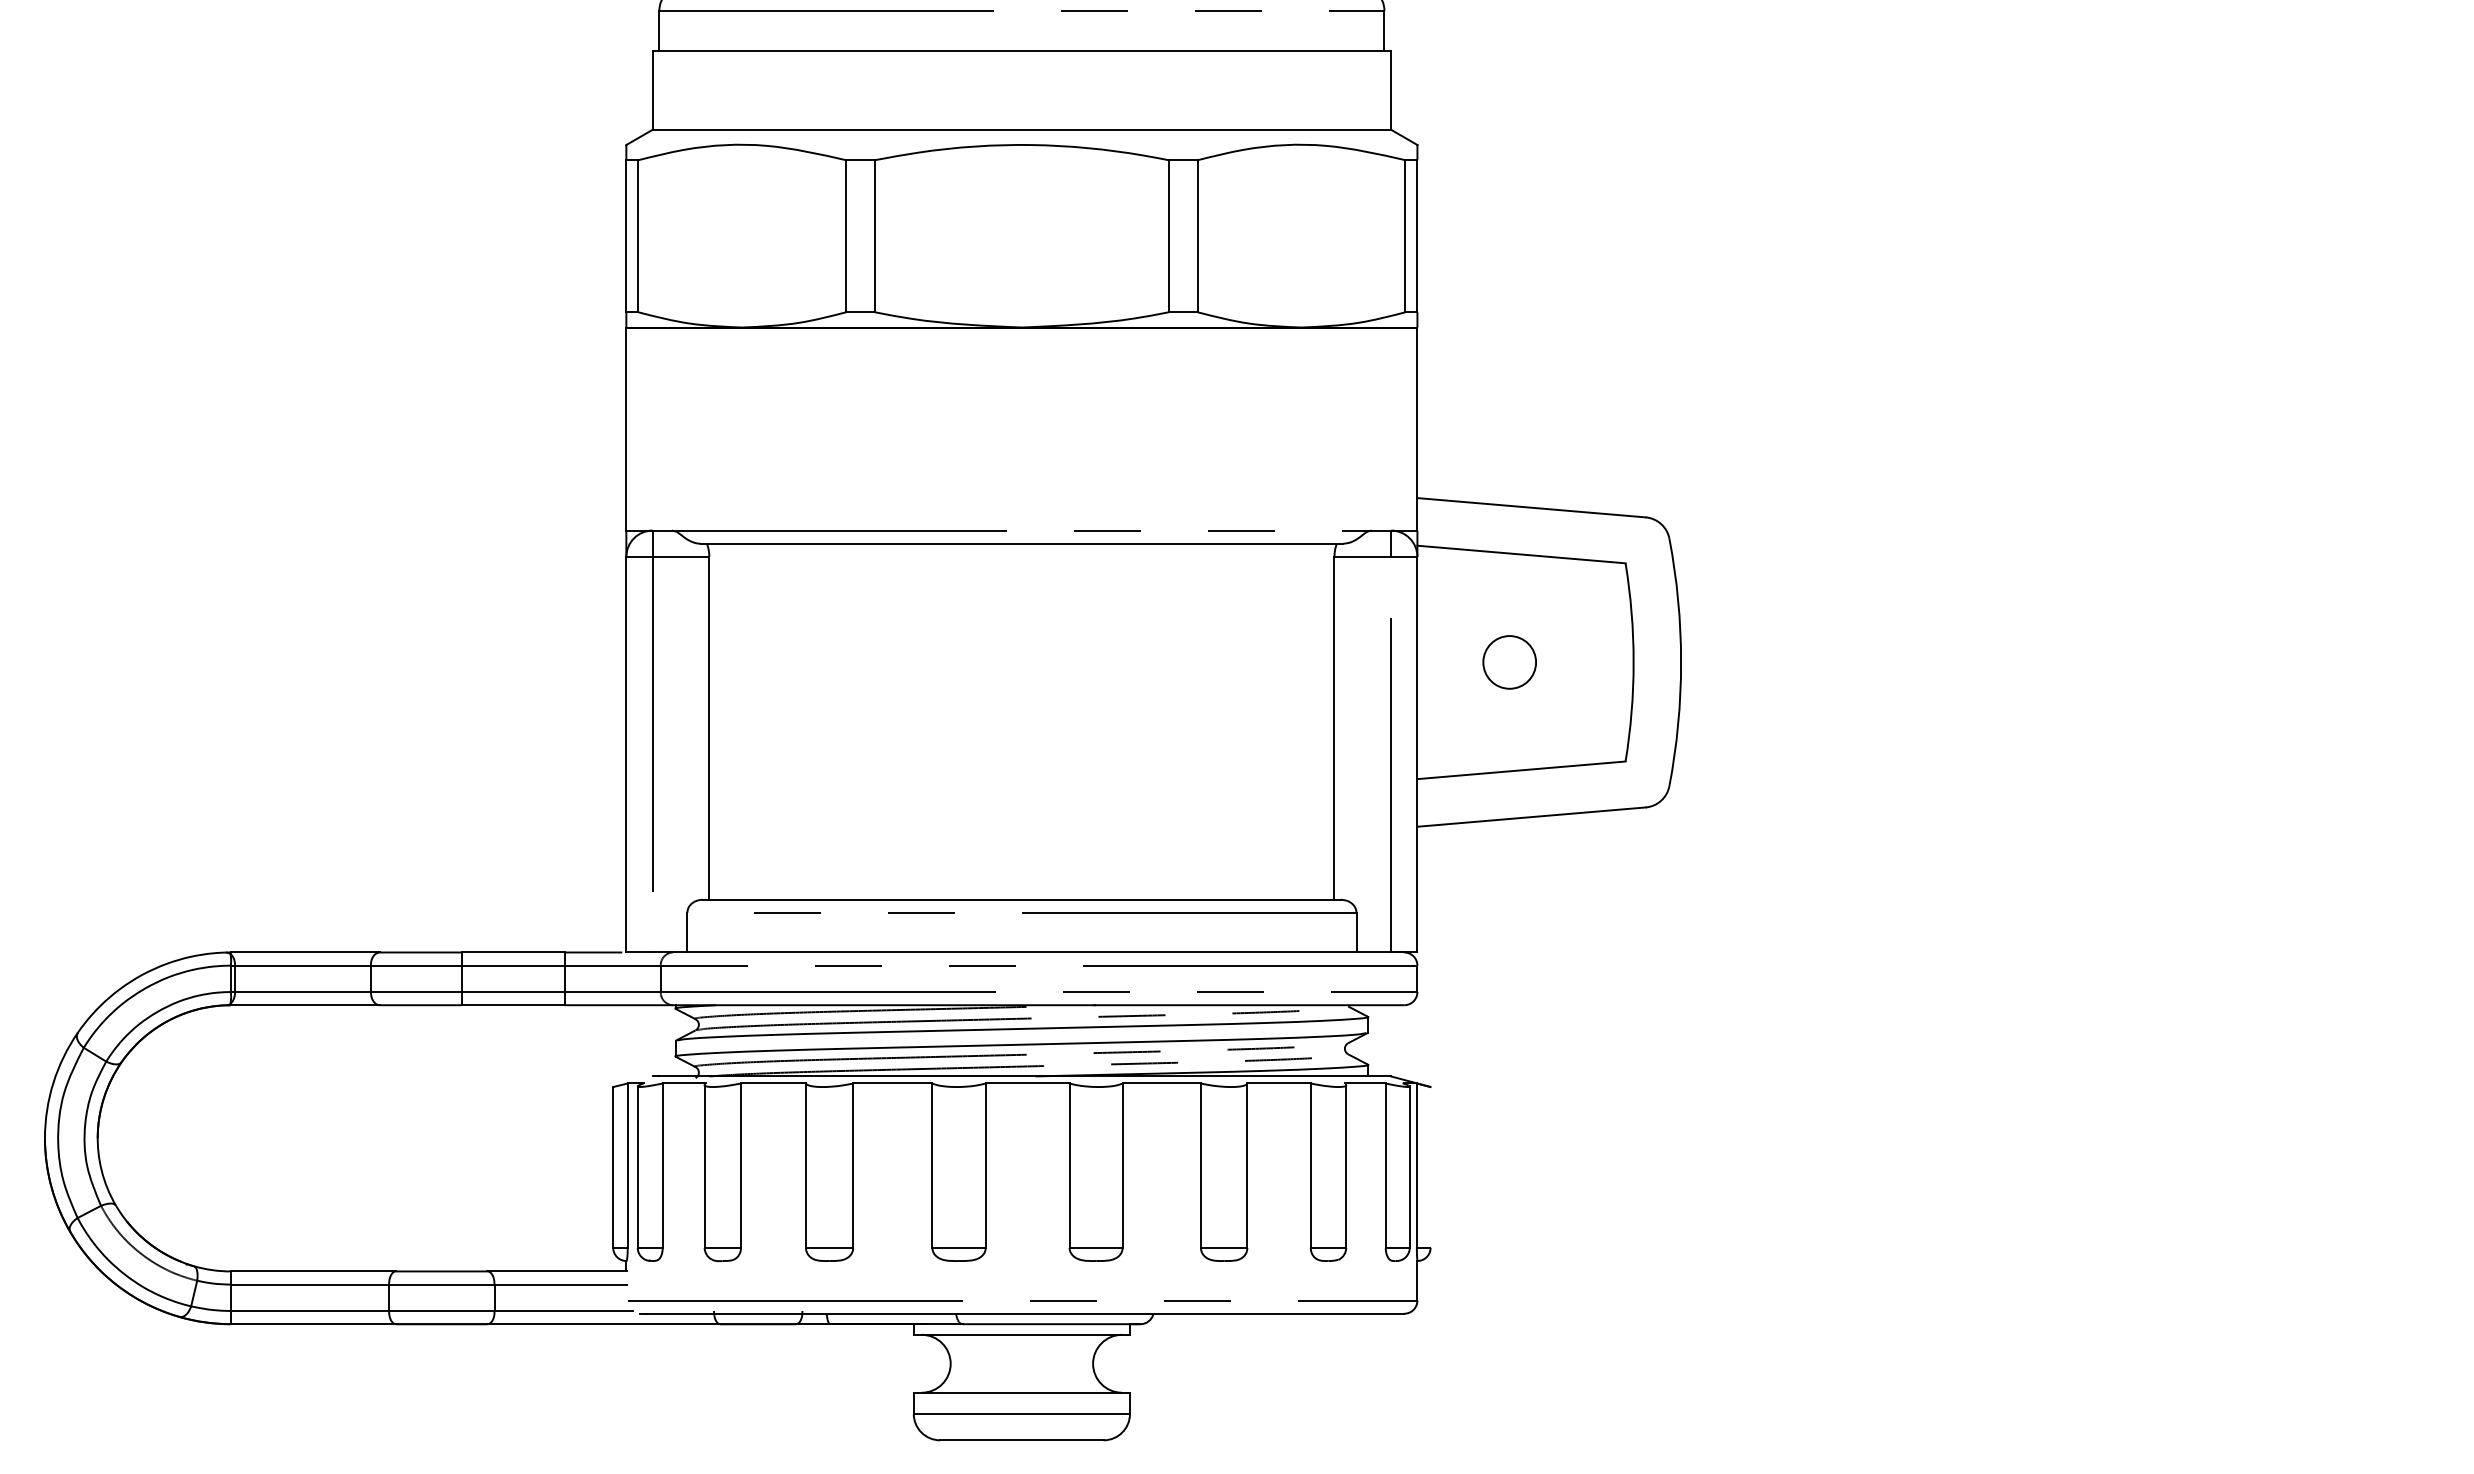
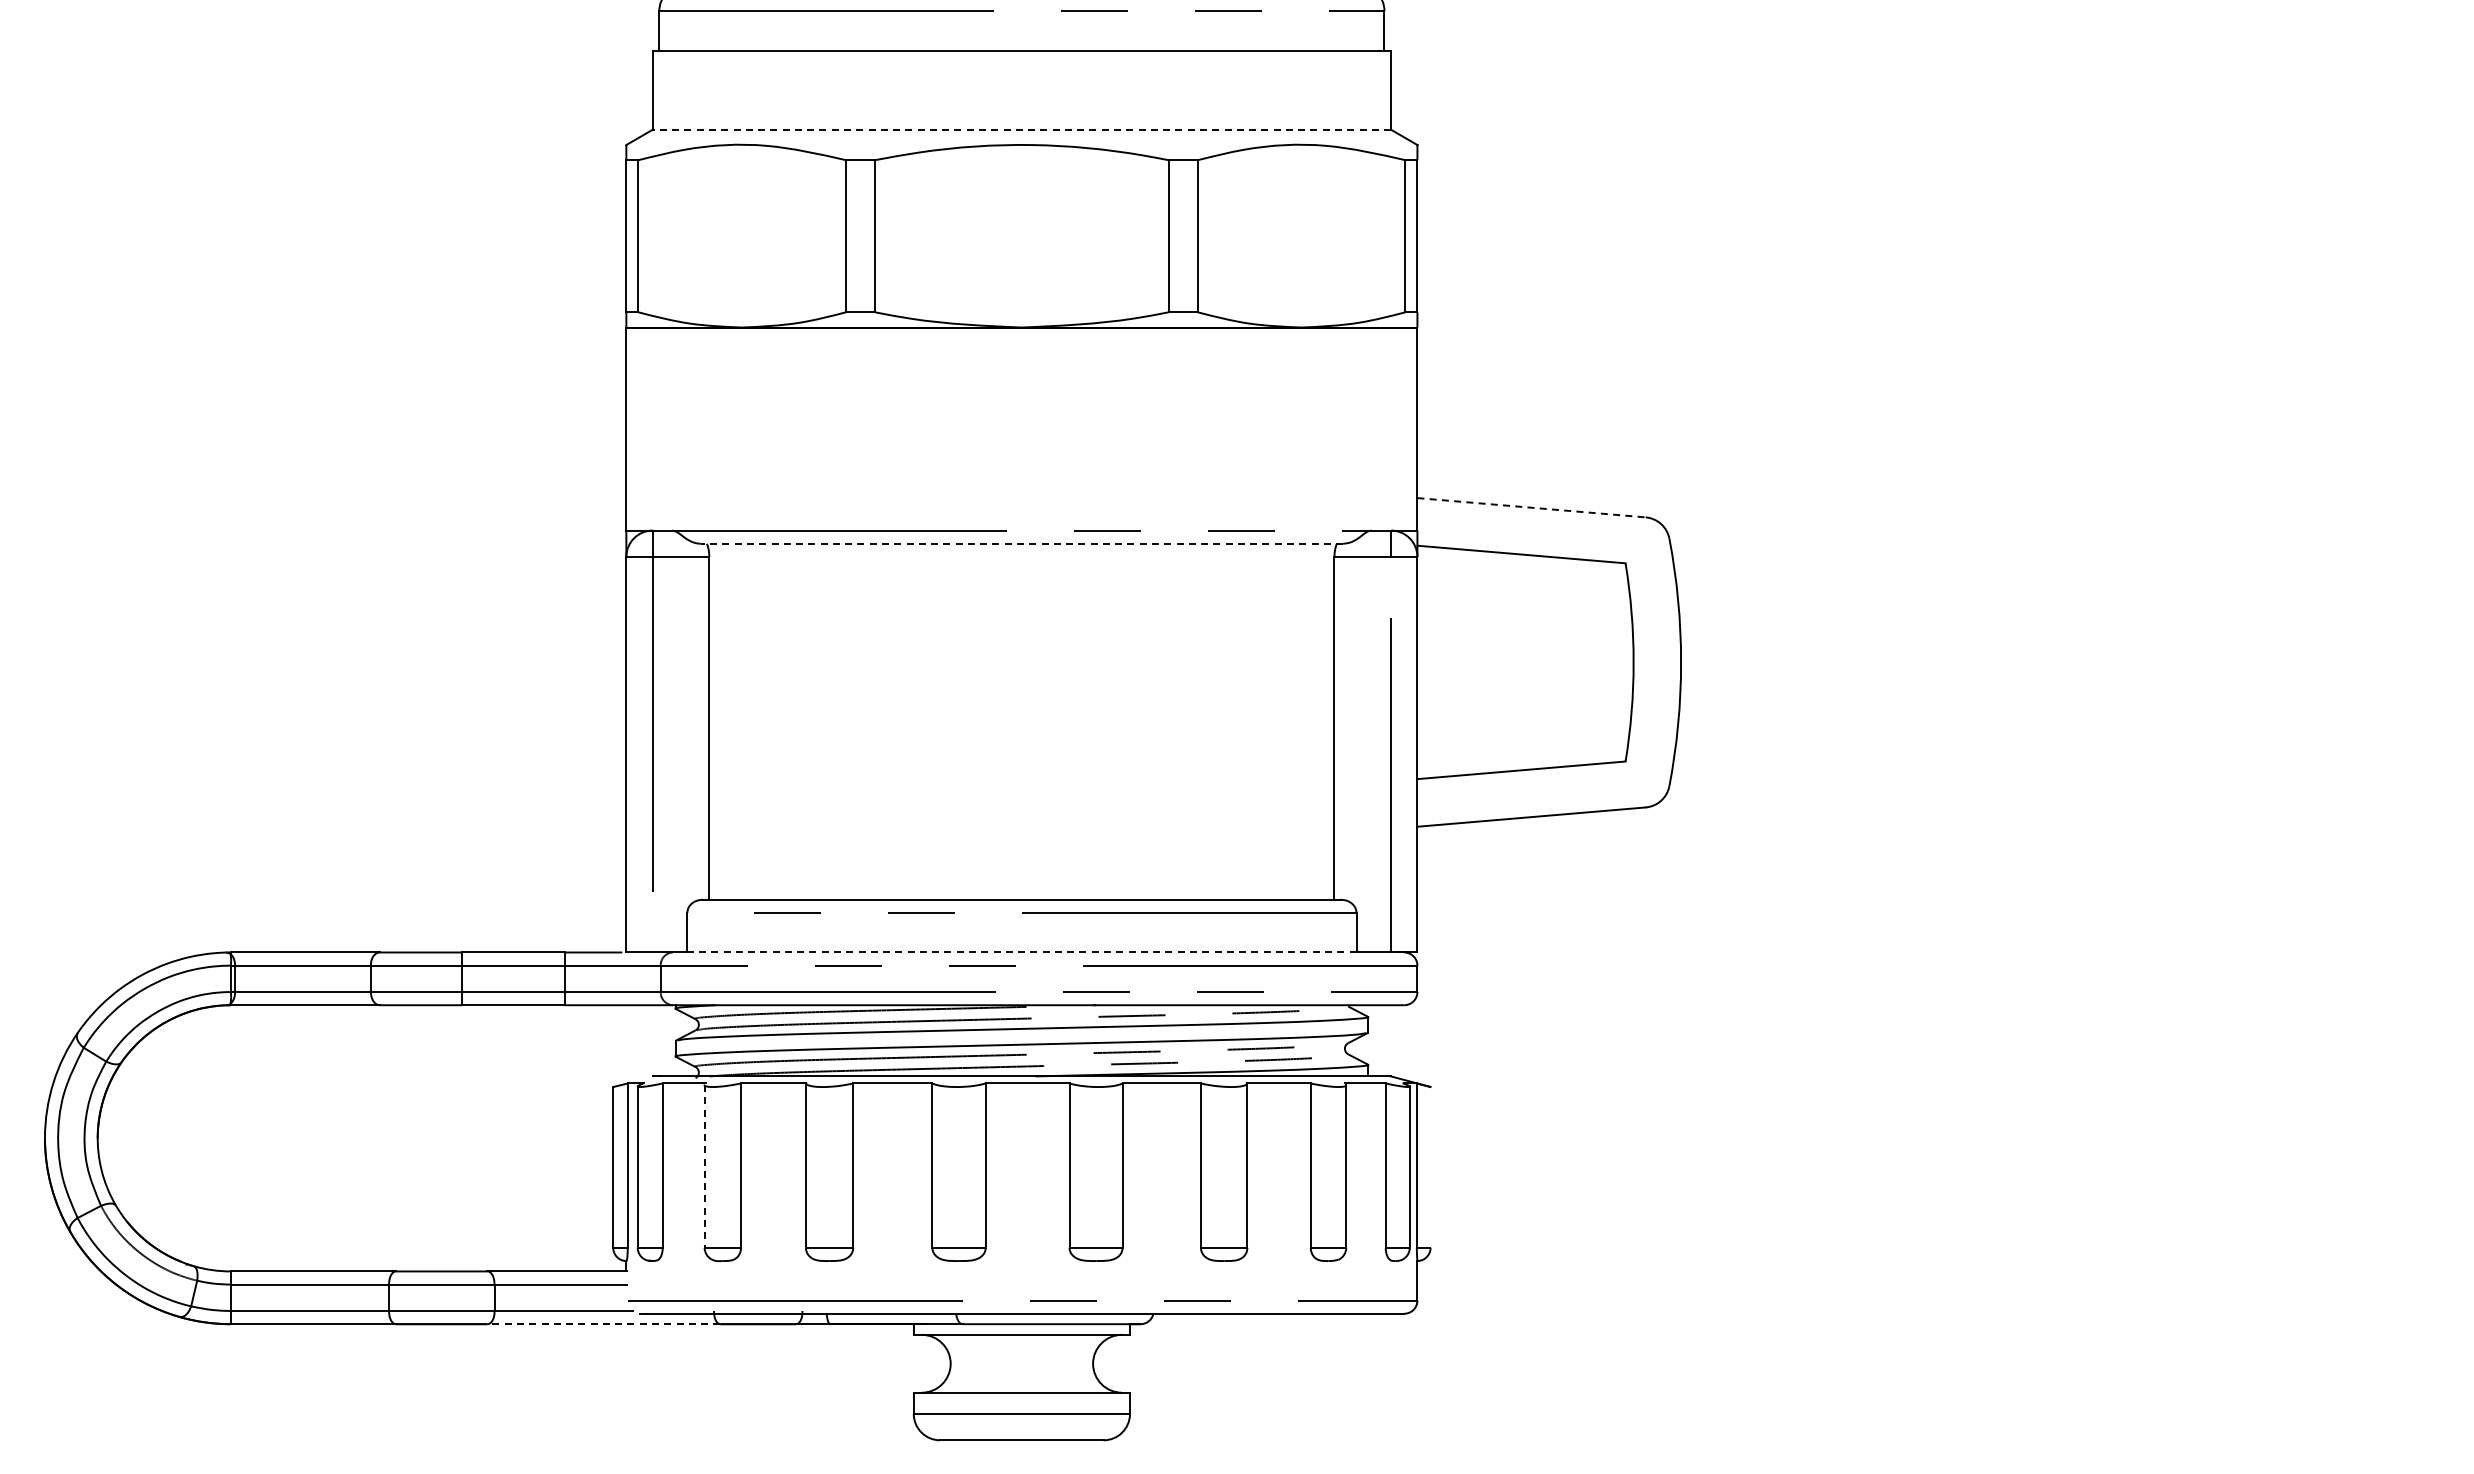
line at (1021, 129): solid -> dashed
line at (1531, 507): solid -> dashed
line at (1021, 543): solid -> dashed
circle at (1509, 662): present -> none
line at (1021, 952): solid -> dashed
line at (704, 1166): solid -> dashed
line at (603, 1324): solid -> dashed
